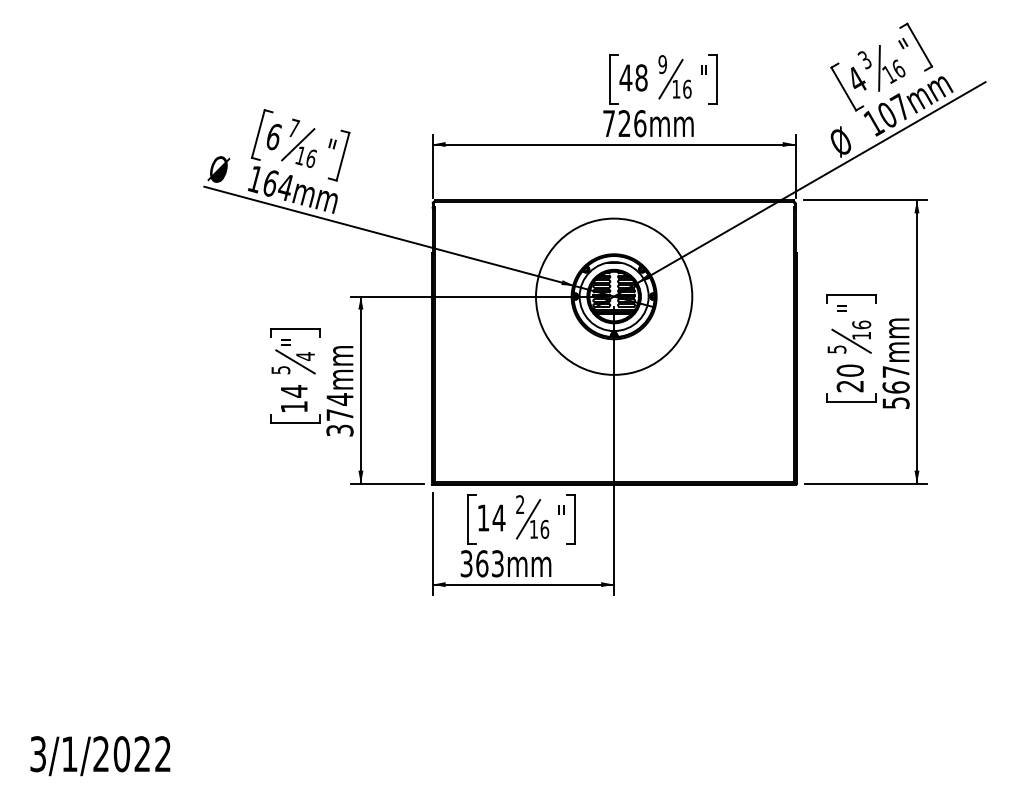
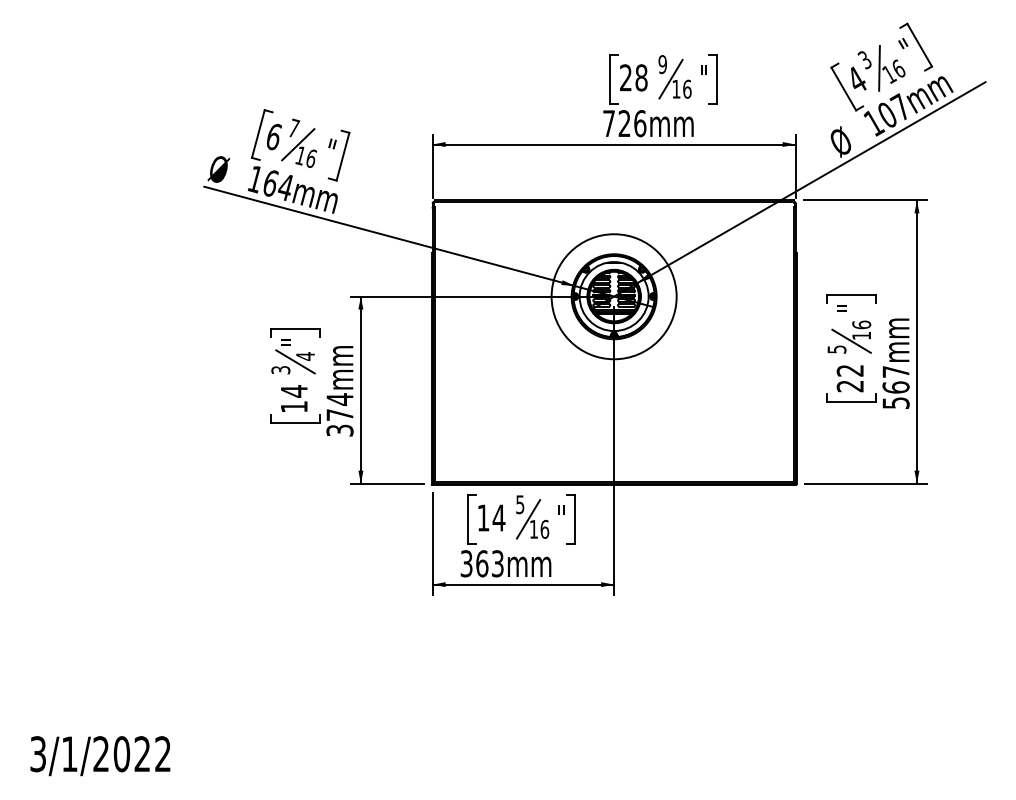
text at (625, 77): 48 -> 28
circle at (614, 296) diameter: 156 px -> 125 px
text at (280, 369): 5 -> 3
text at (849, 370): 20 -> 22
text at (520, 504): 2 -> 5
